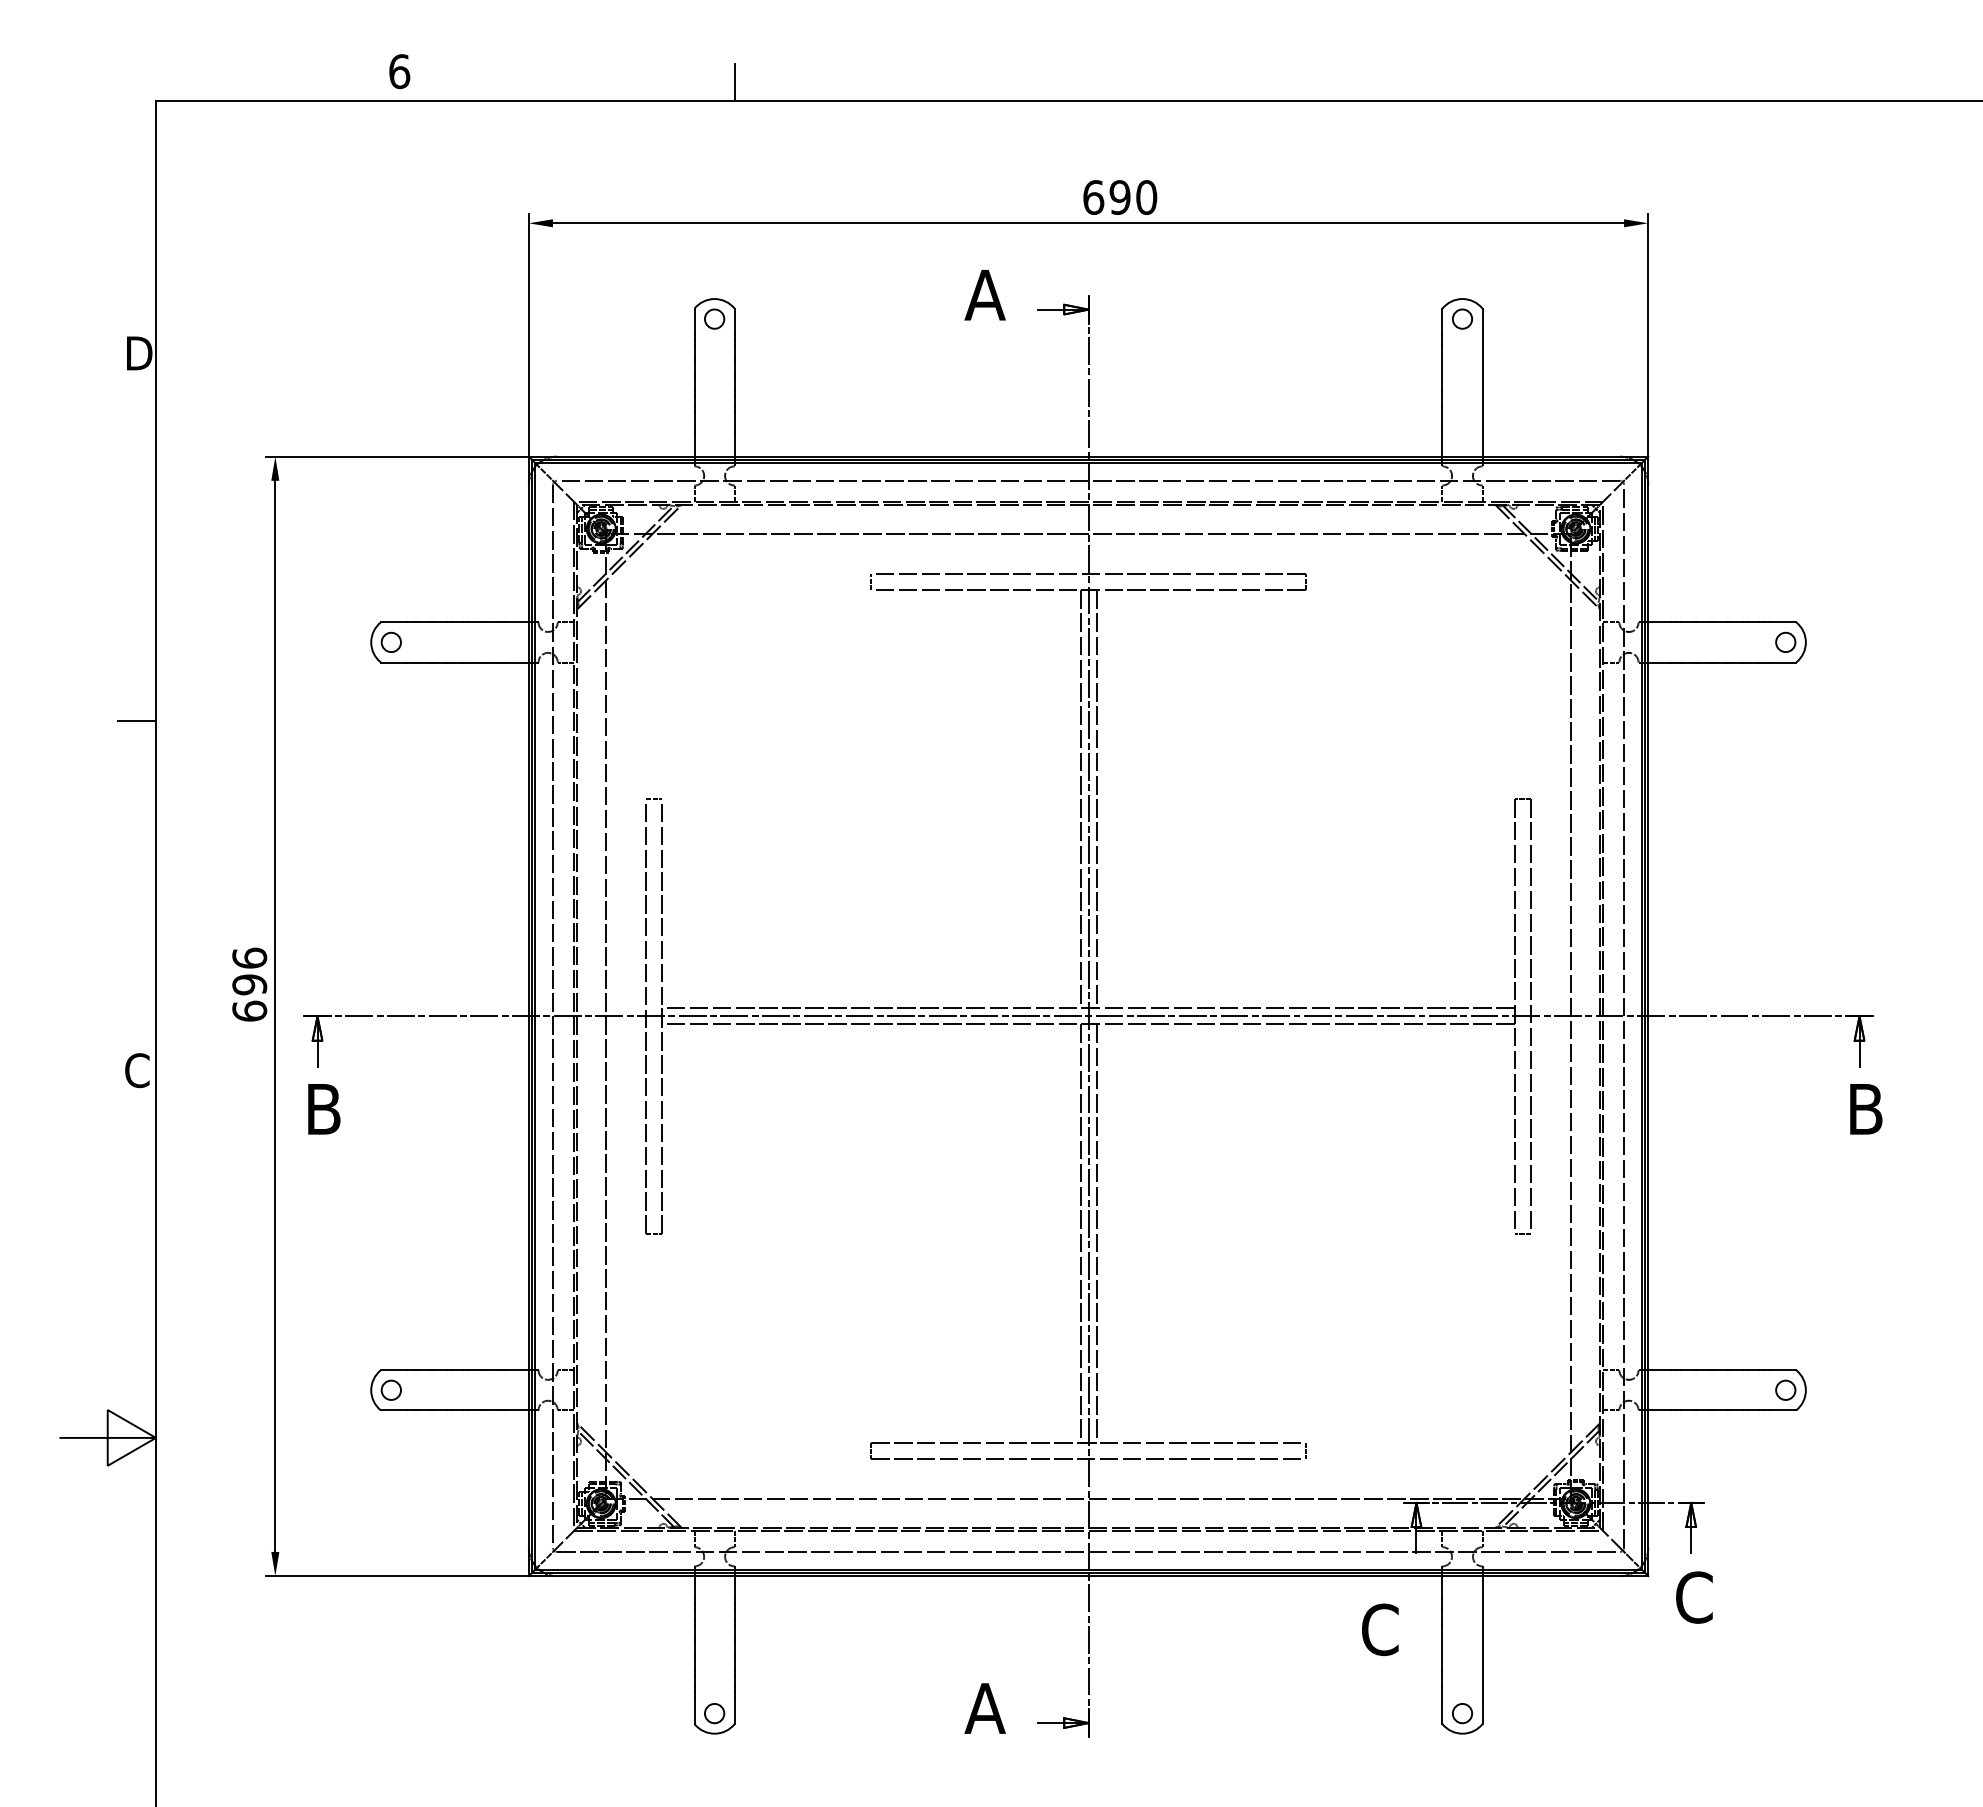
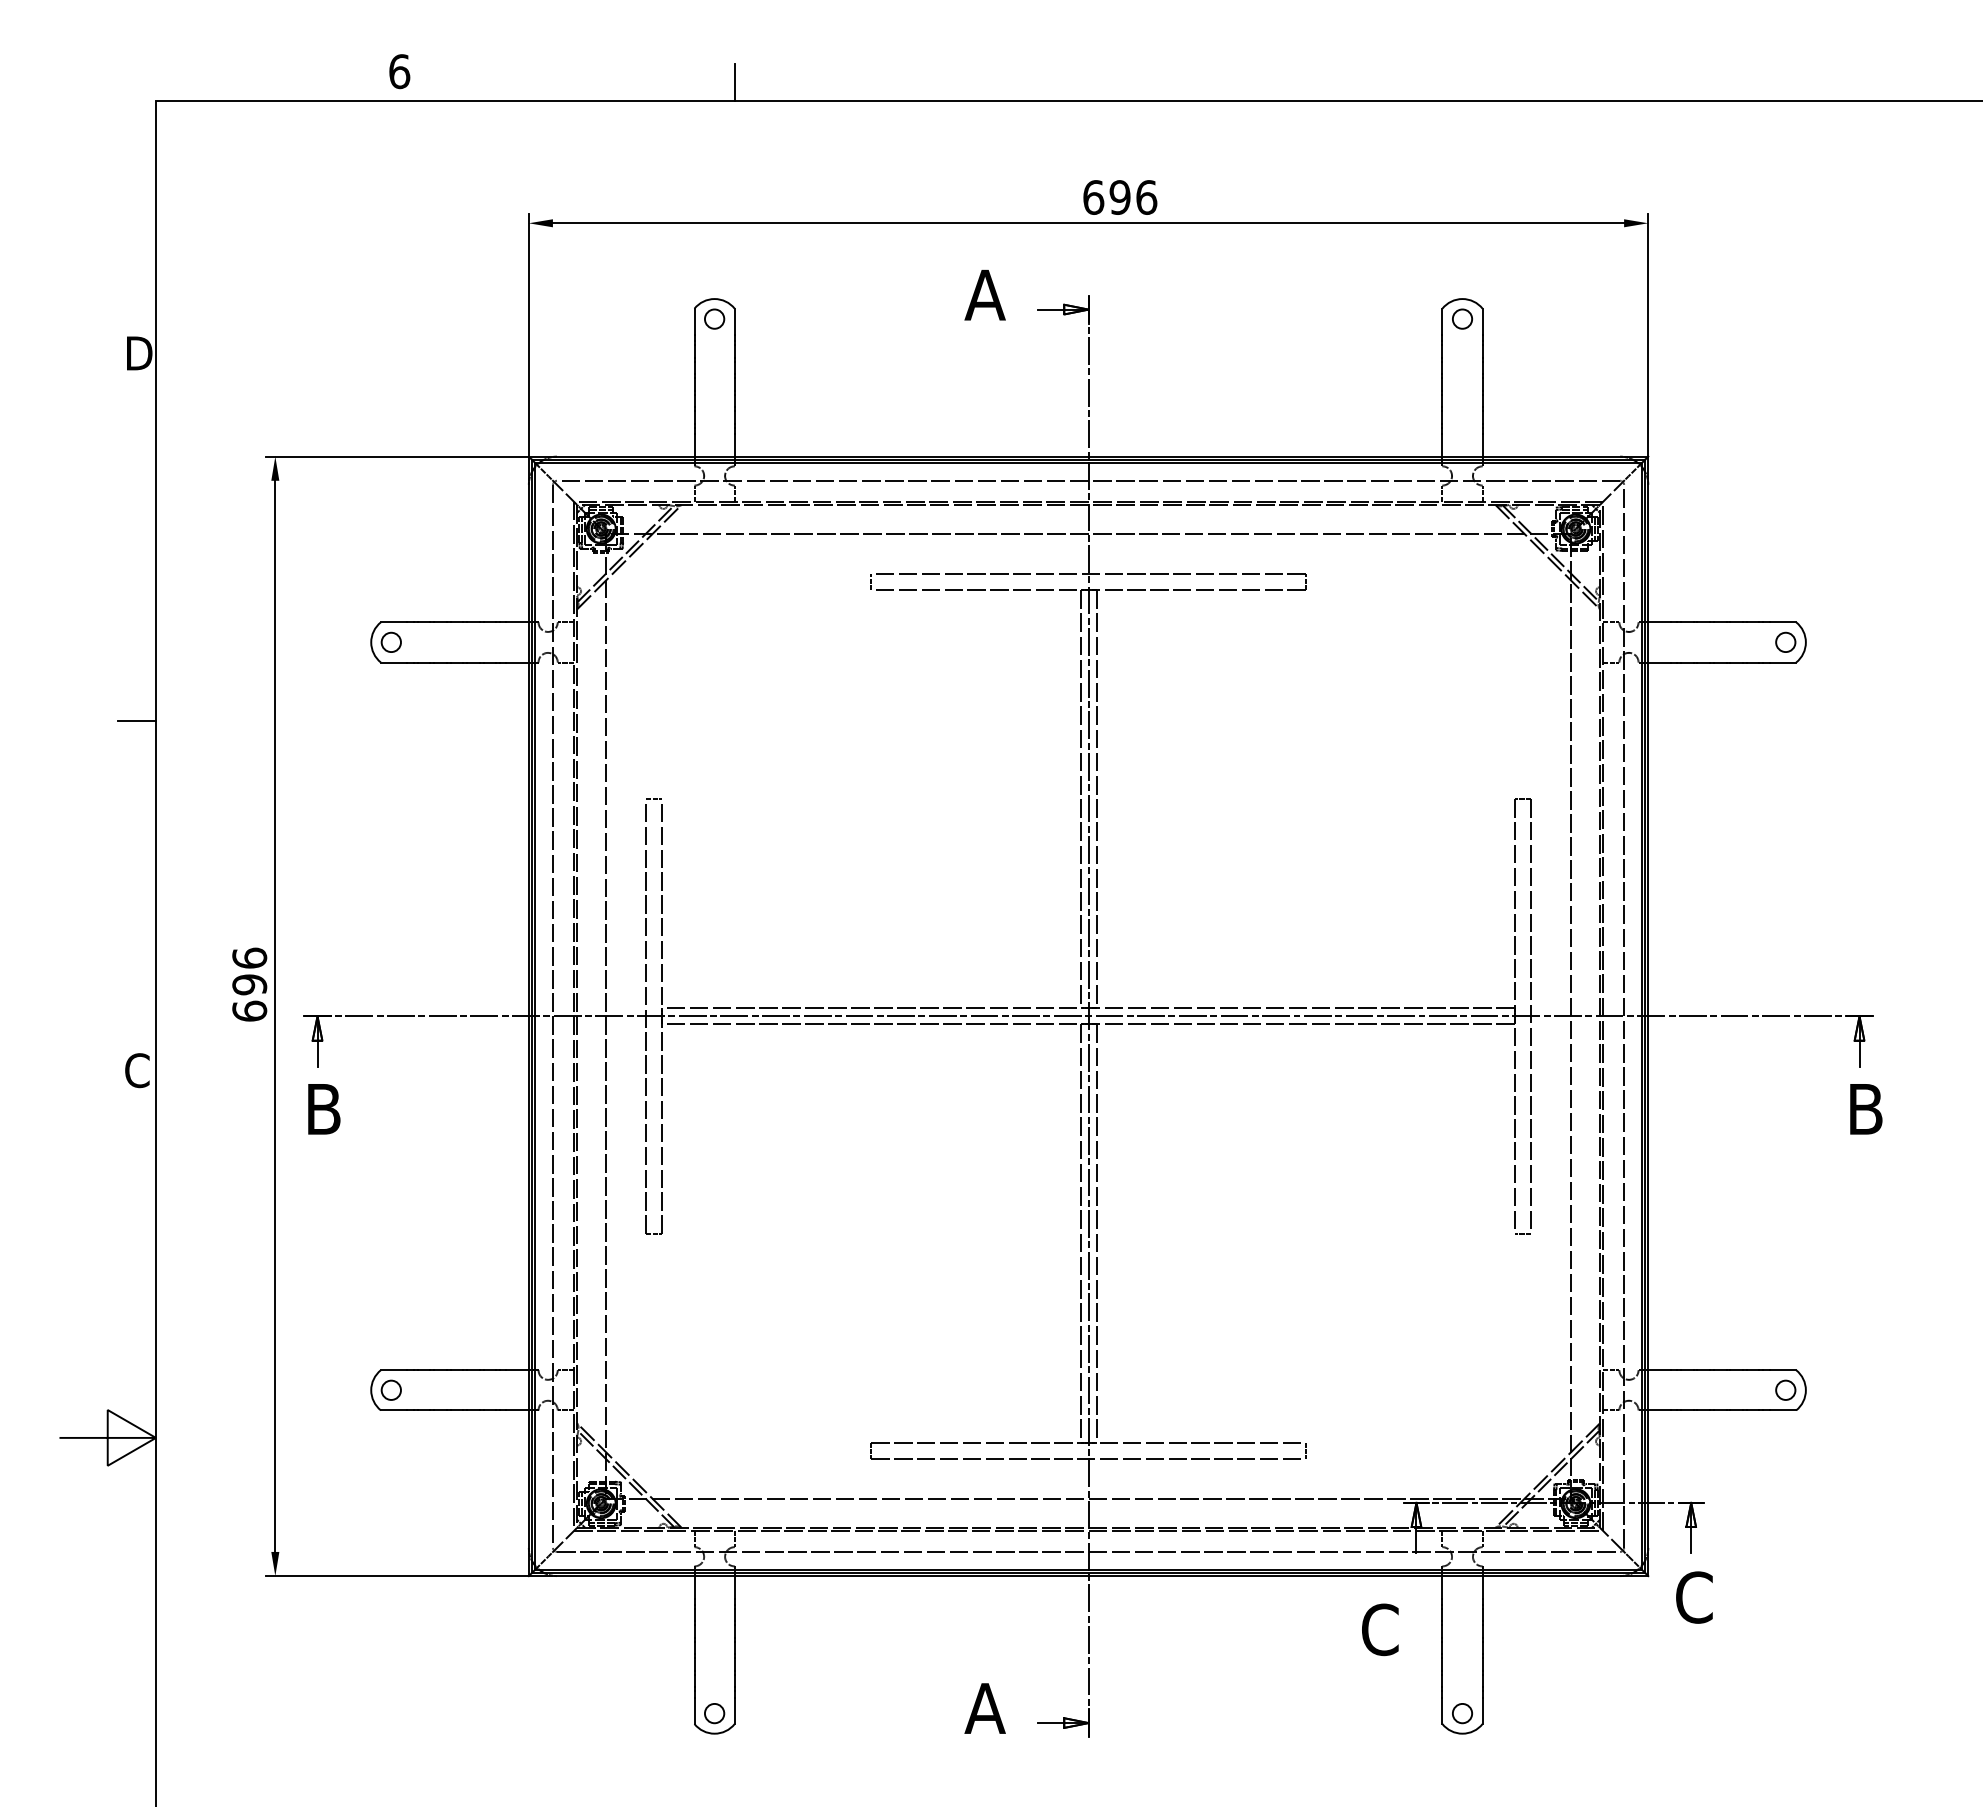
text at (1146, 197): 690 -> 696
